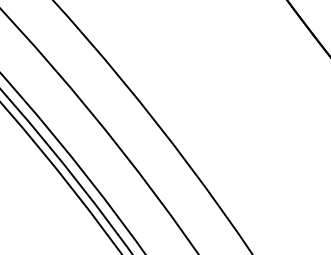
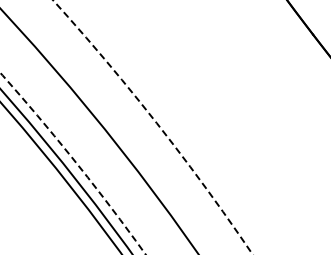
circle at (152, 127): solid -> dashed
circle at (72, 163): solid -> dashed
